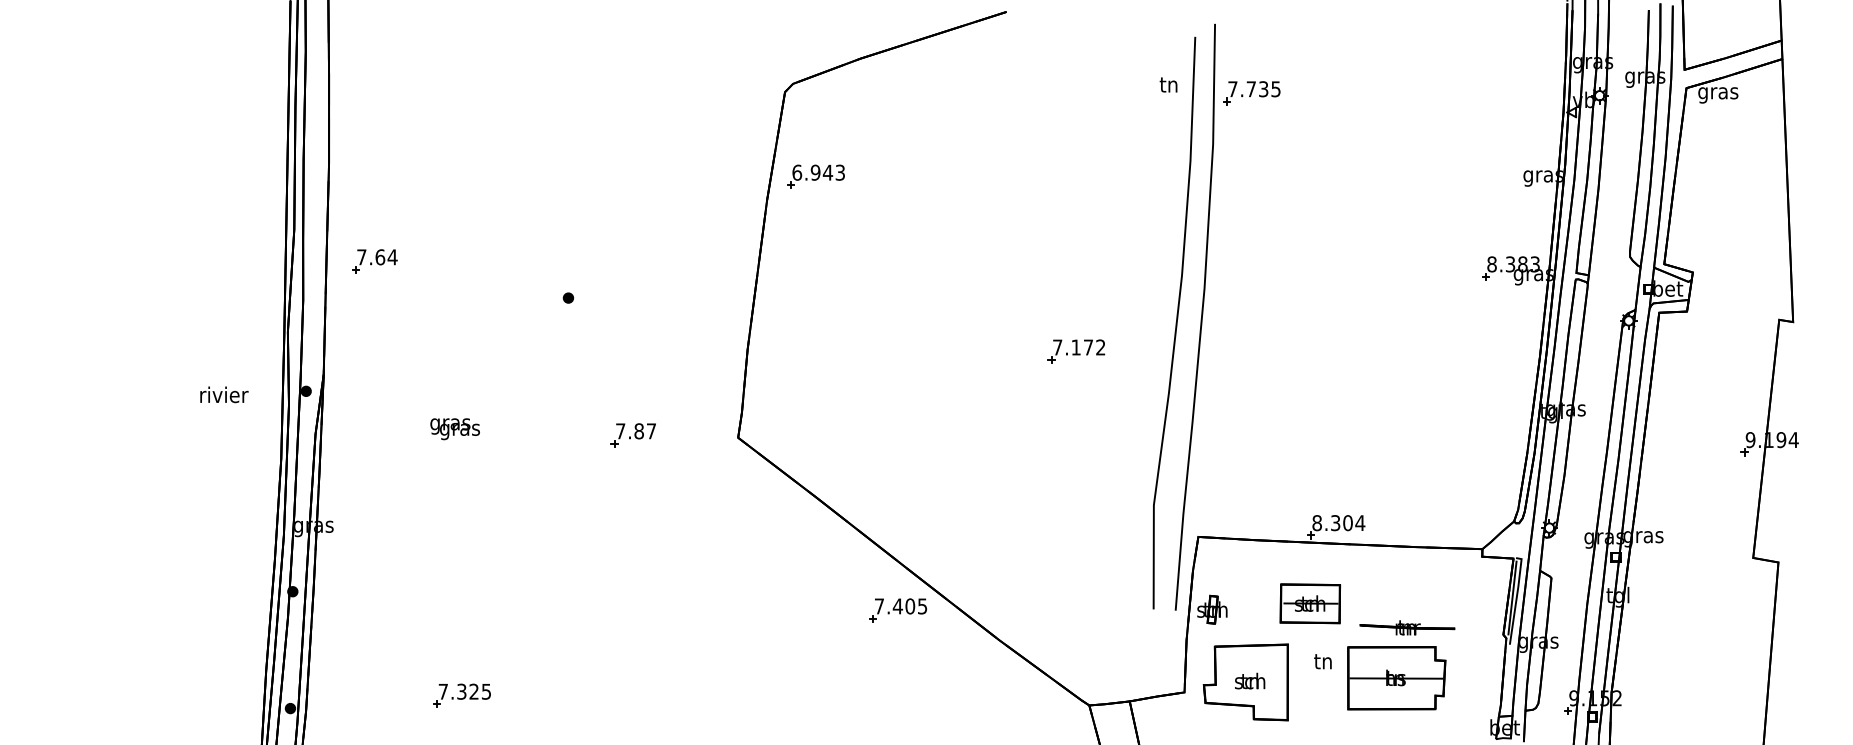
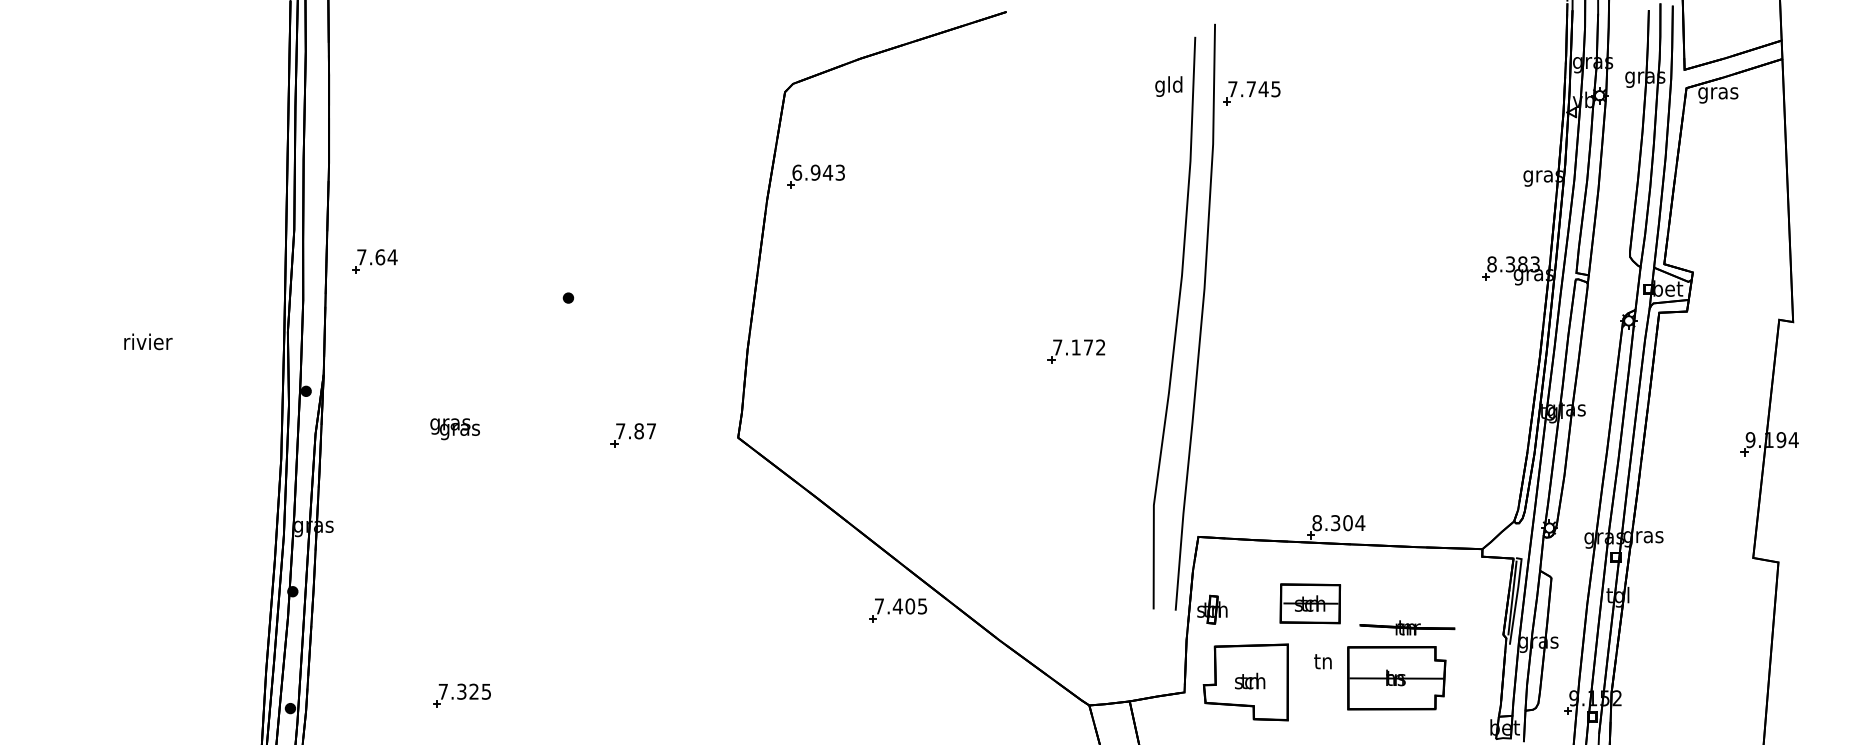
text at (1168, 86): tn -> gld
text at (1263, 89): 7.735 -> 7.745
text at (224, 394) position: (224, 394) -> (148, 341)
